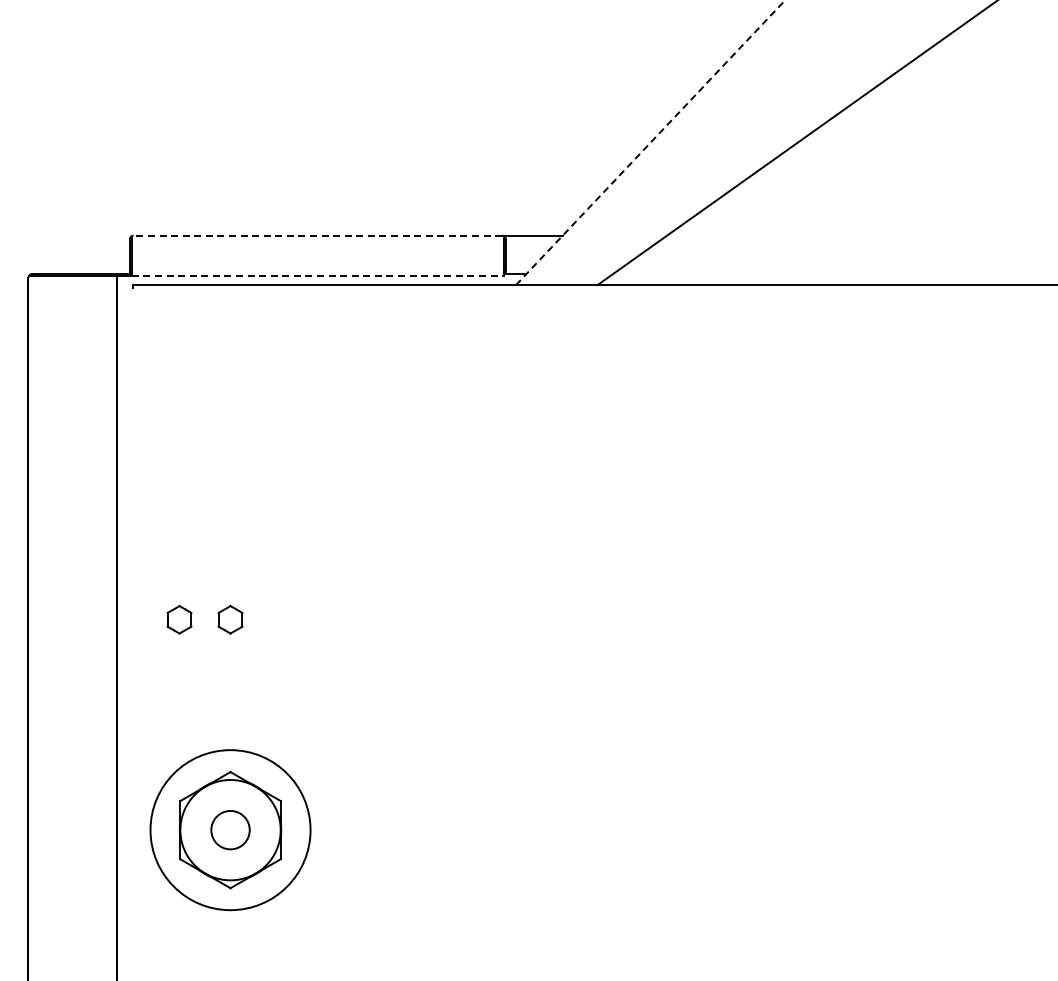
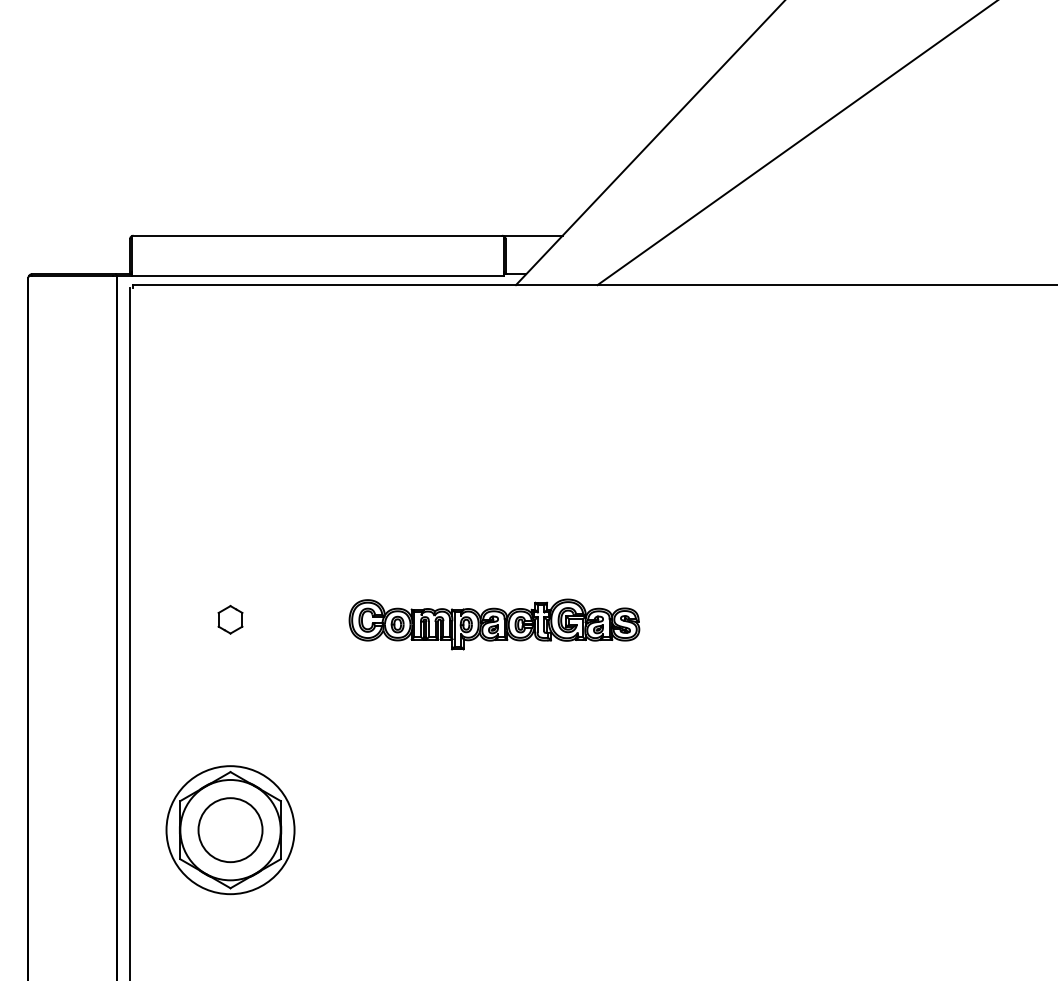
line at (650, 142): dashed -> solid
line at (317, 235): dashed -> solid
line at (318, 275): dashed -> solid
part at (179, 619): present -> none
part at (494, 624): none -> present
line at (129, 632): none -> present
circle at (230, 829) diameter: 38 px -> 64 px
circle at (230, 830) diameter: 160 px -> 128 px
